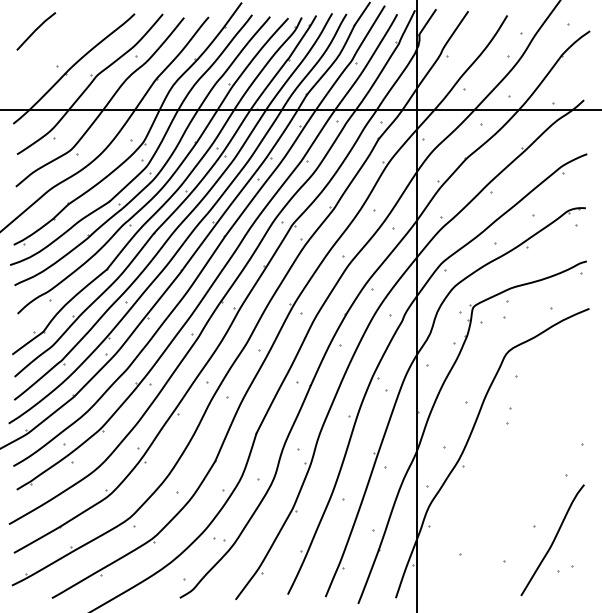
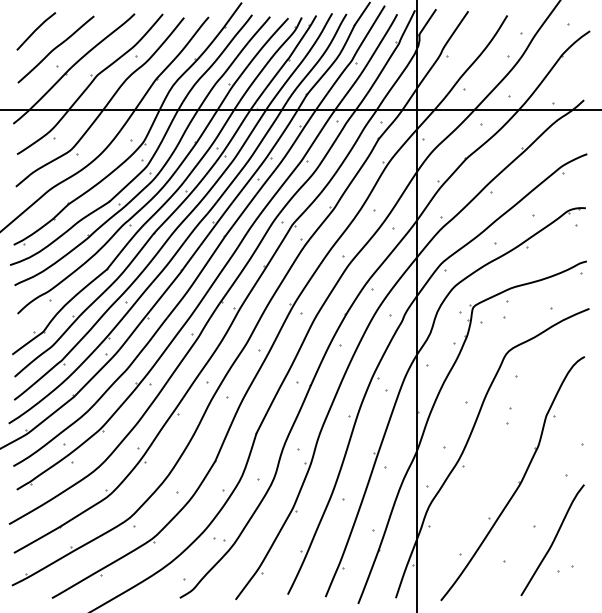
curve at (55, 49): none -> present
part at (518, 482): none -> present
